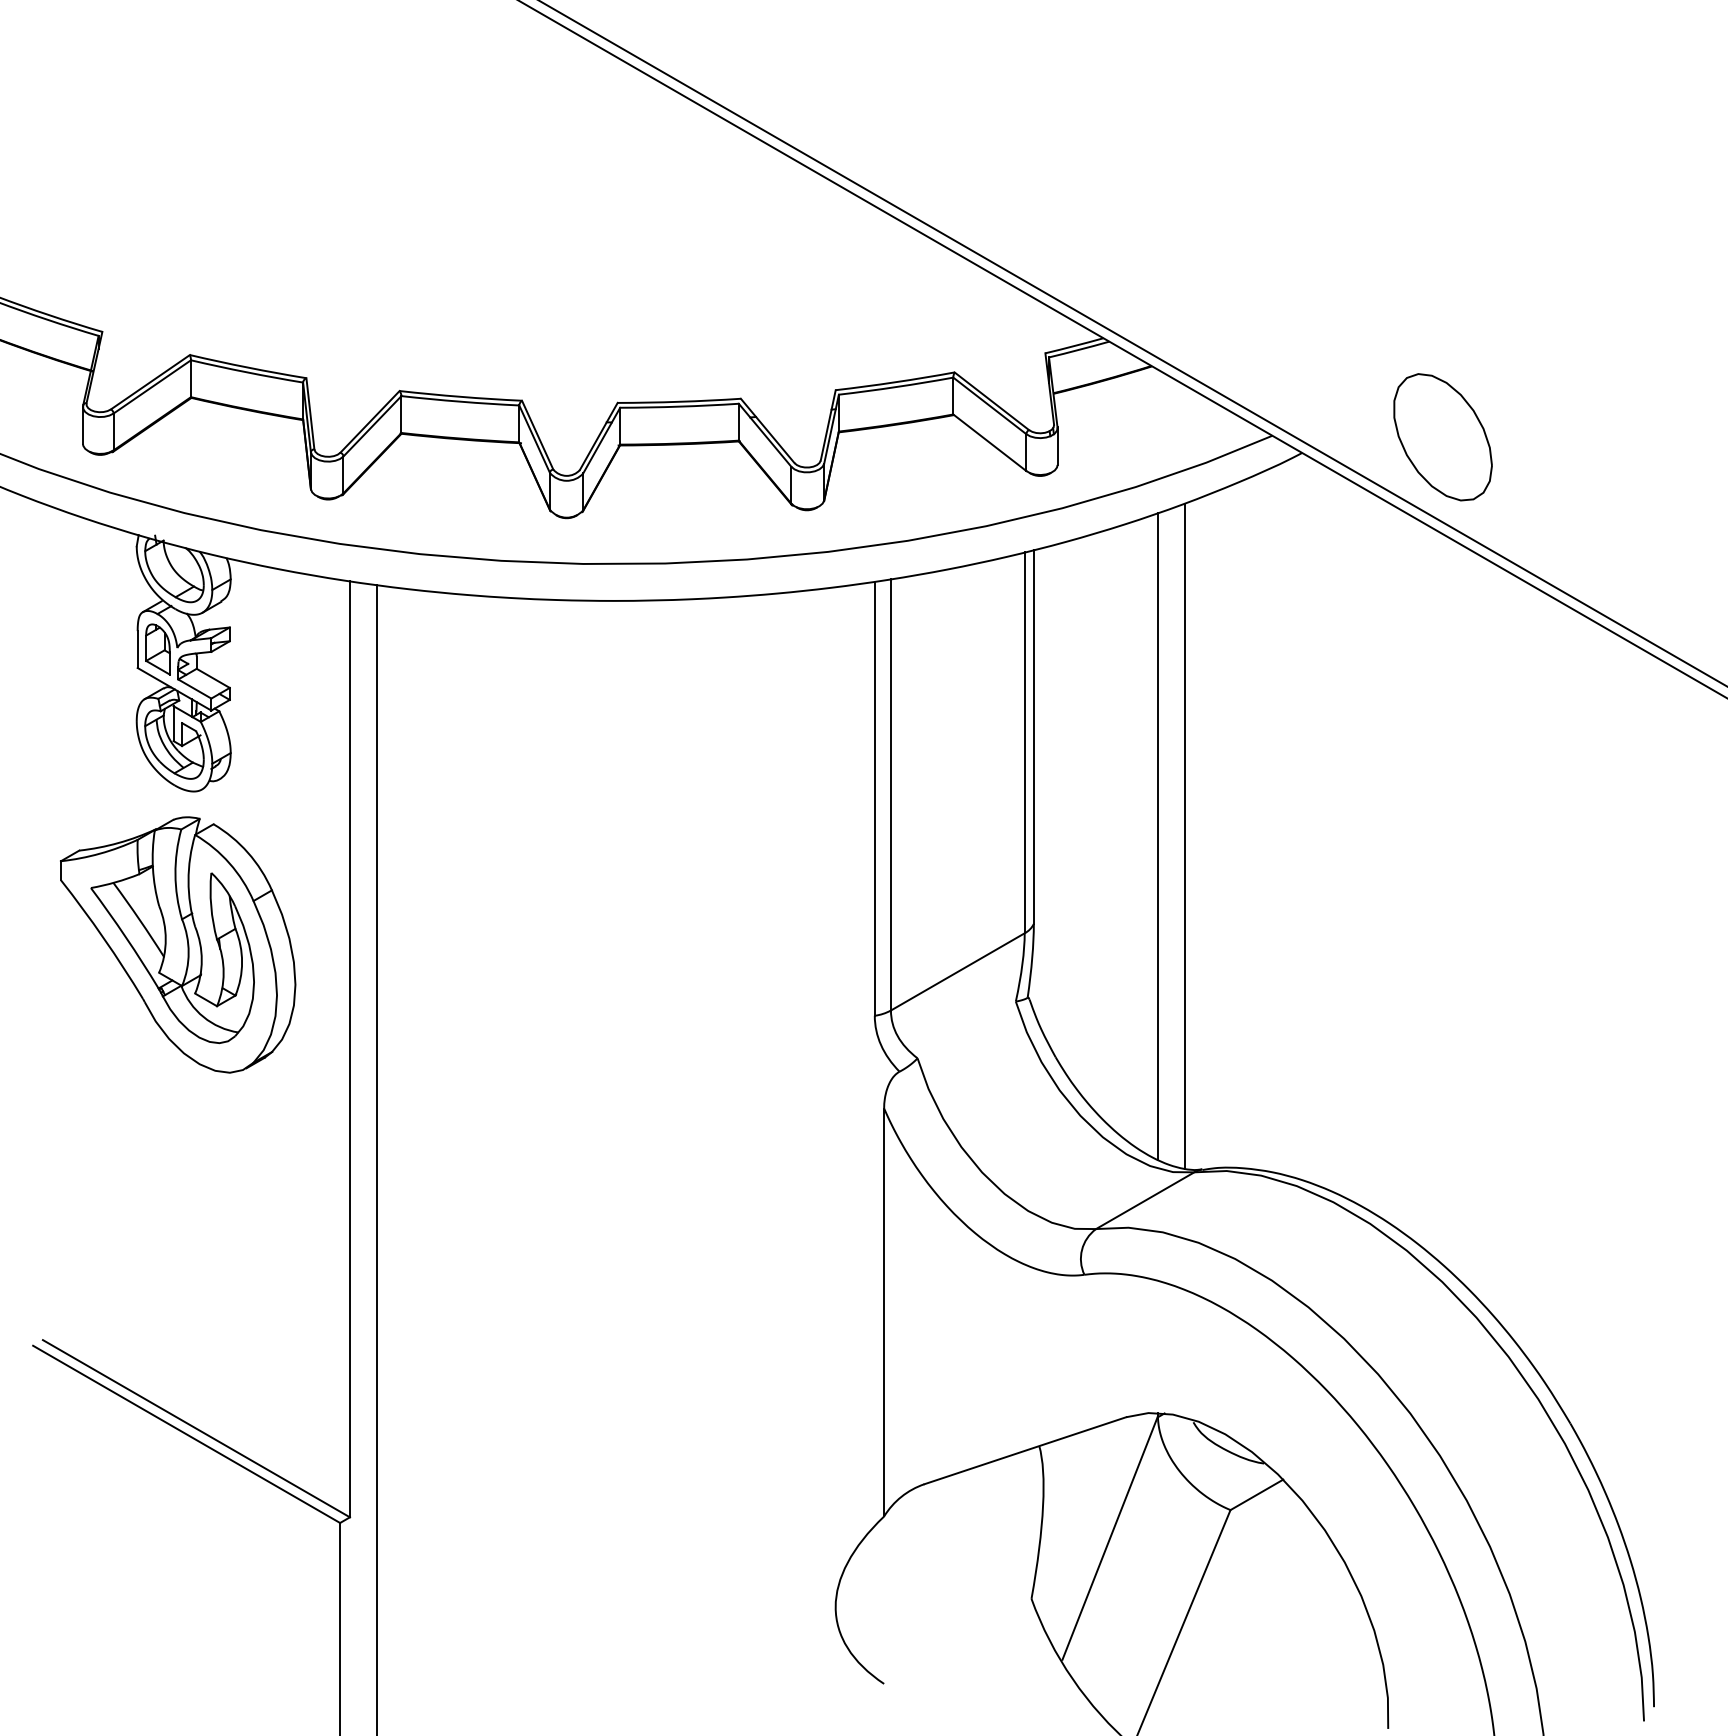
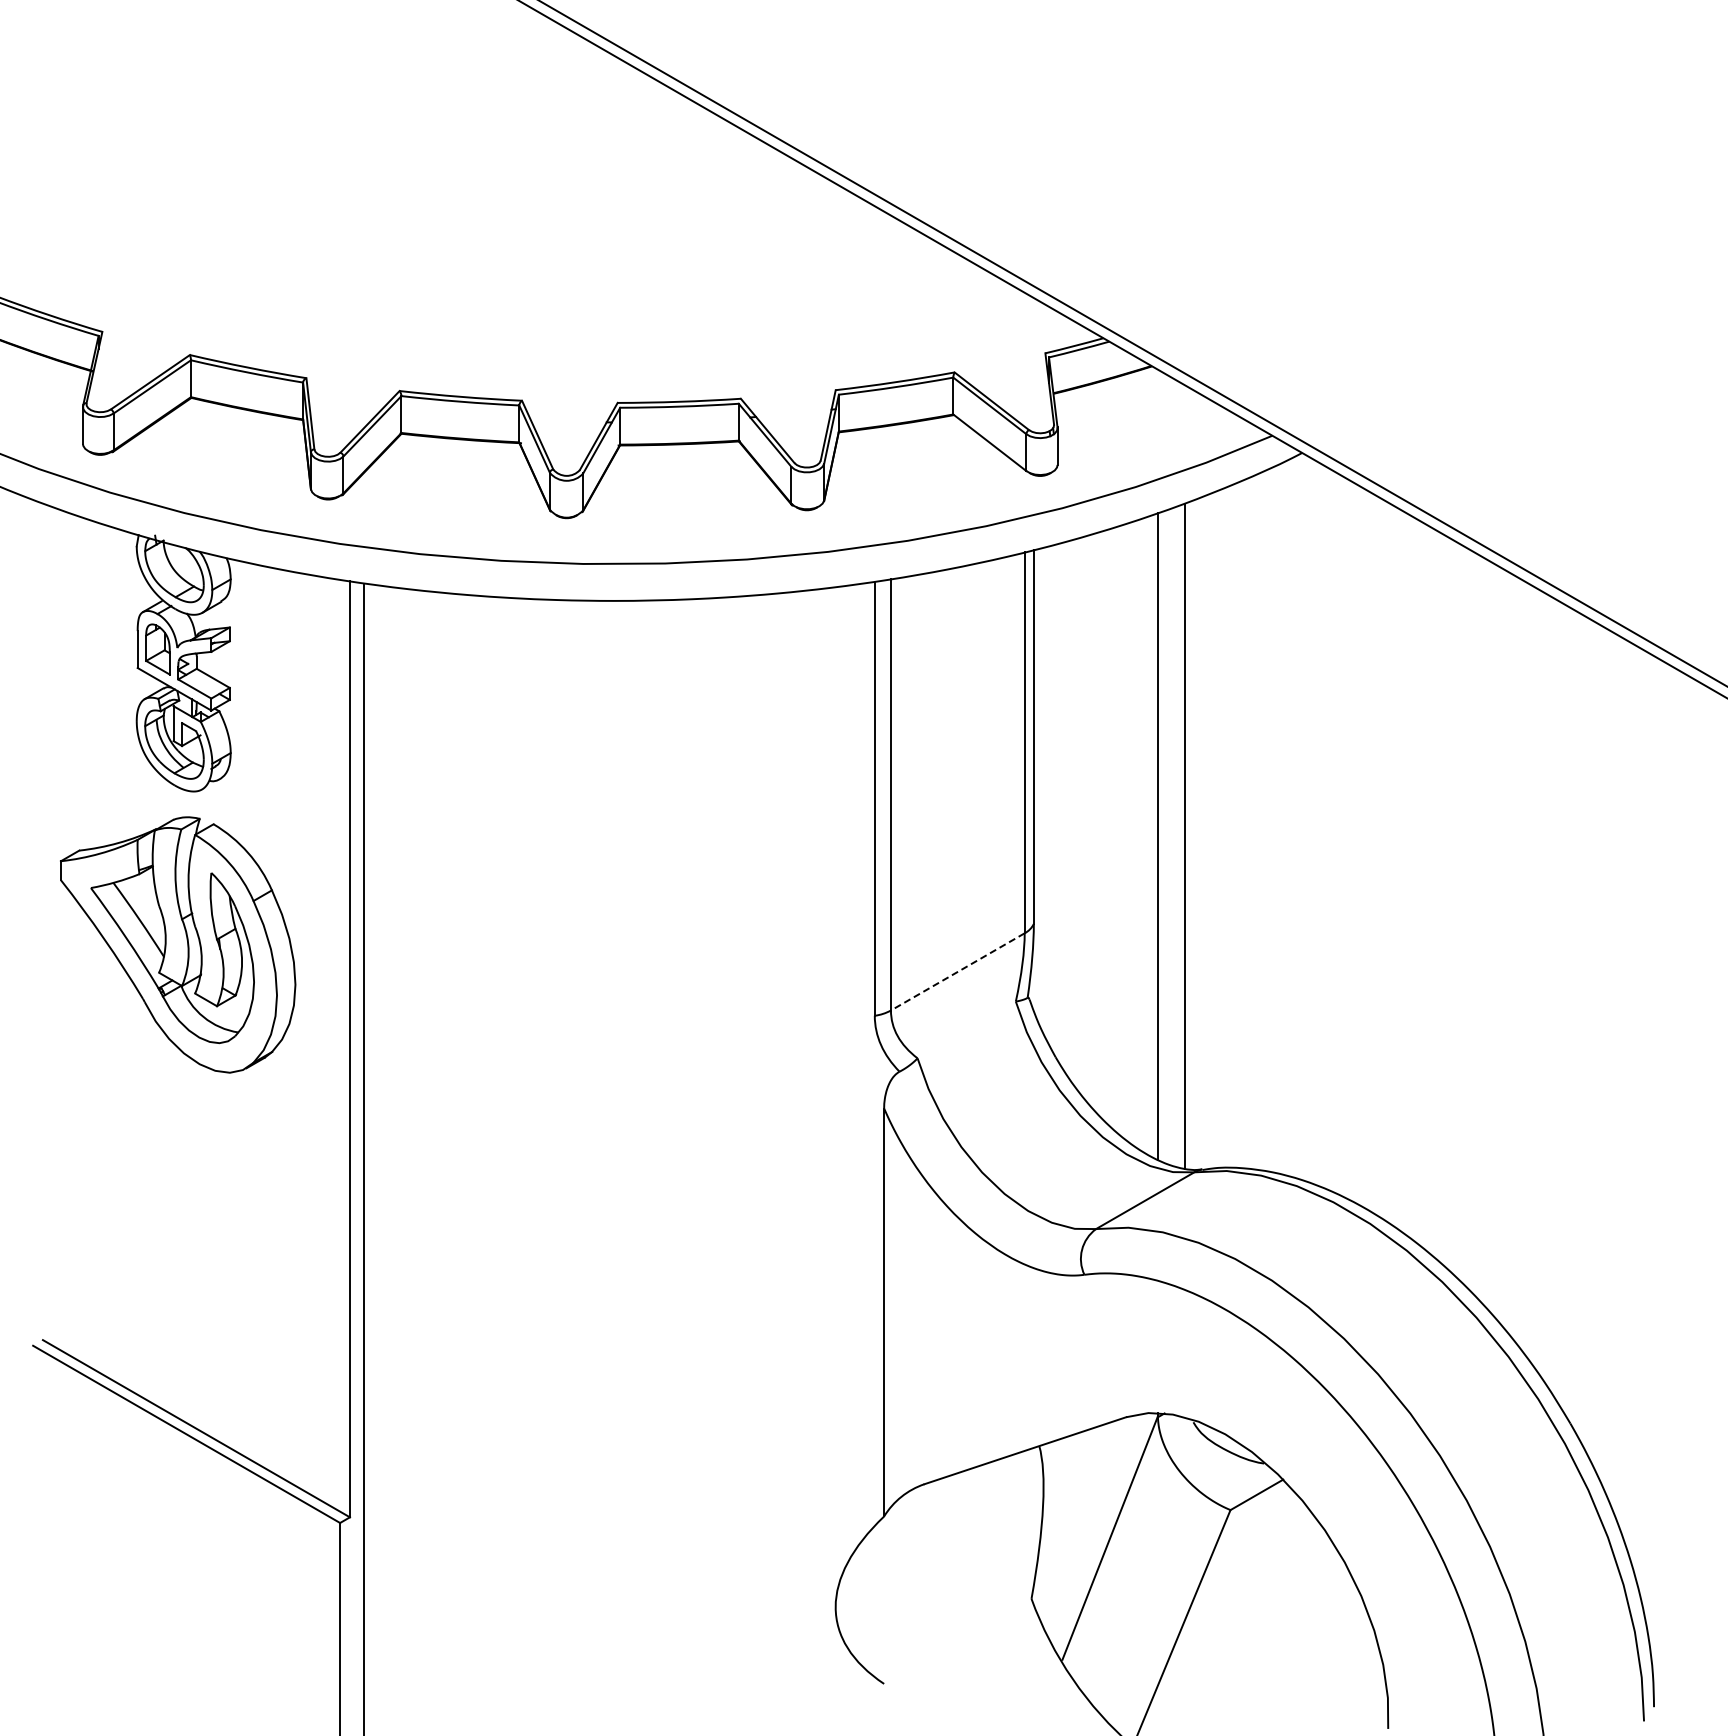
part at (1442, 437): present -> none
line at (957, 972): solid -> dashed
line at (377, 1158) position: (377, 1158) -> (364, 1158)
